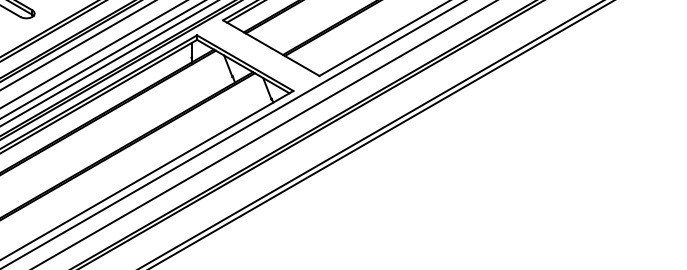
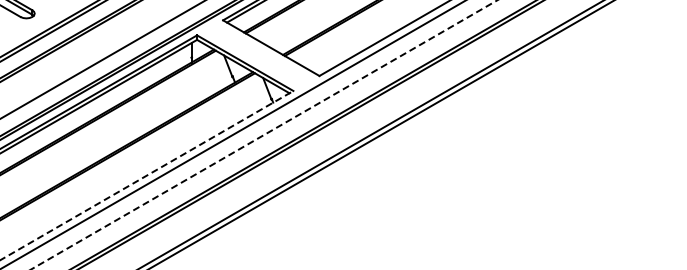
line at (77, 45): present -> none
line at (93, 54): present -> none
line at (108, 63): present -> none
line at (264, 134): solid -> dashed
line at (147, 175): solid -> dashed
